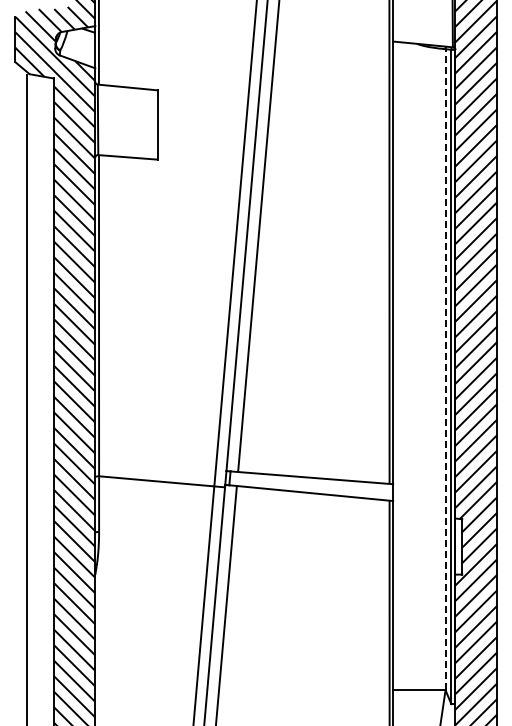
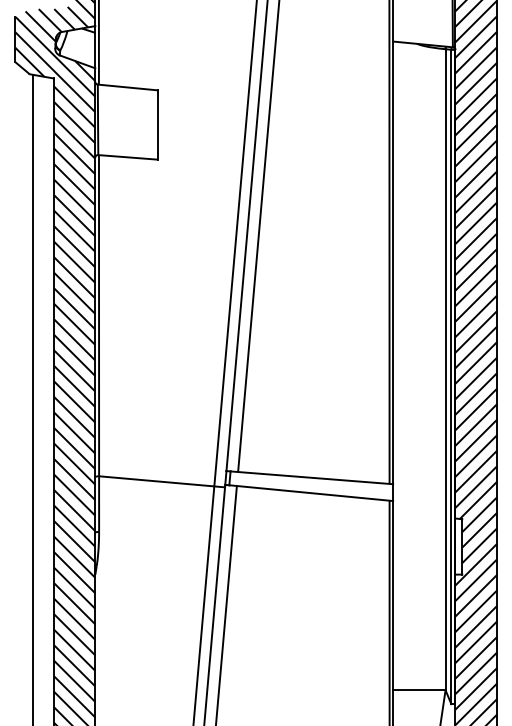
line at (445, 369): dashed -> solid
line at (26, 398) position: (26, 398) -> (32, 398)
